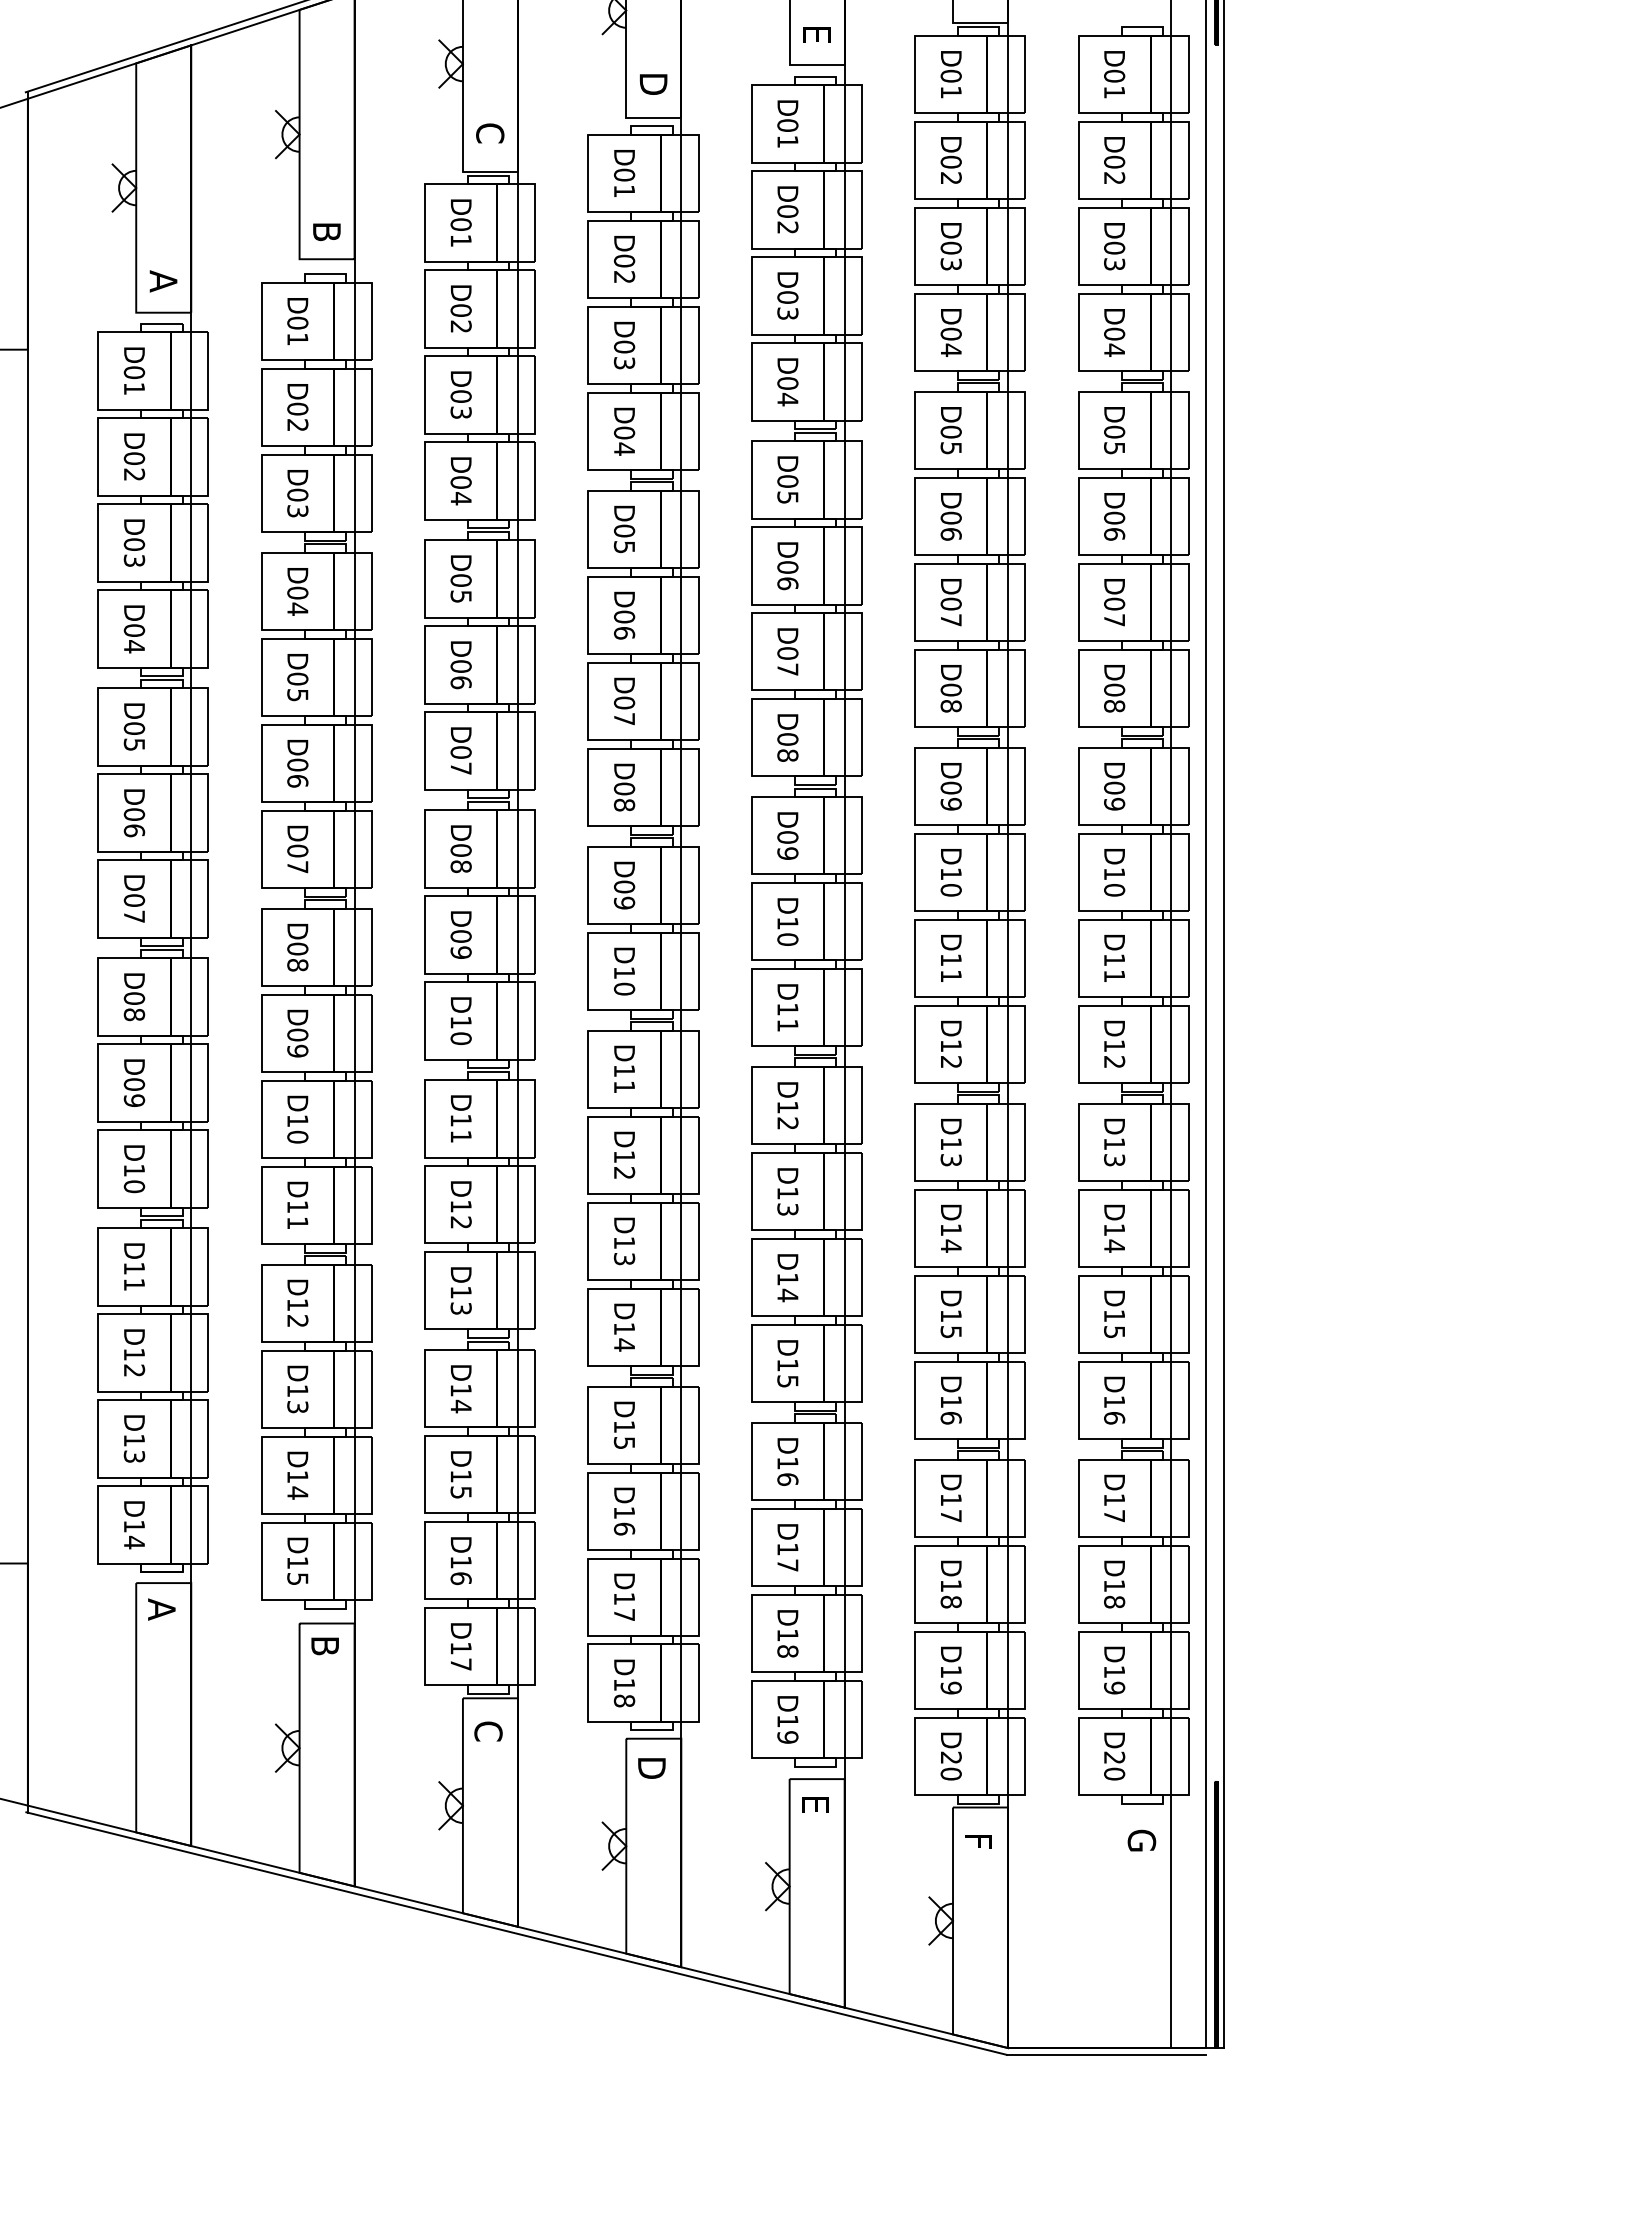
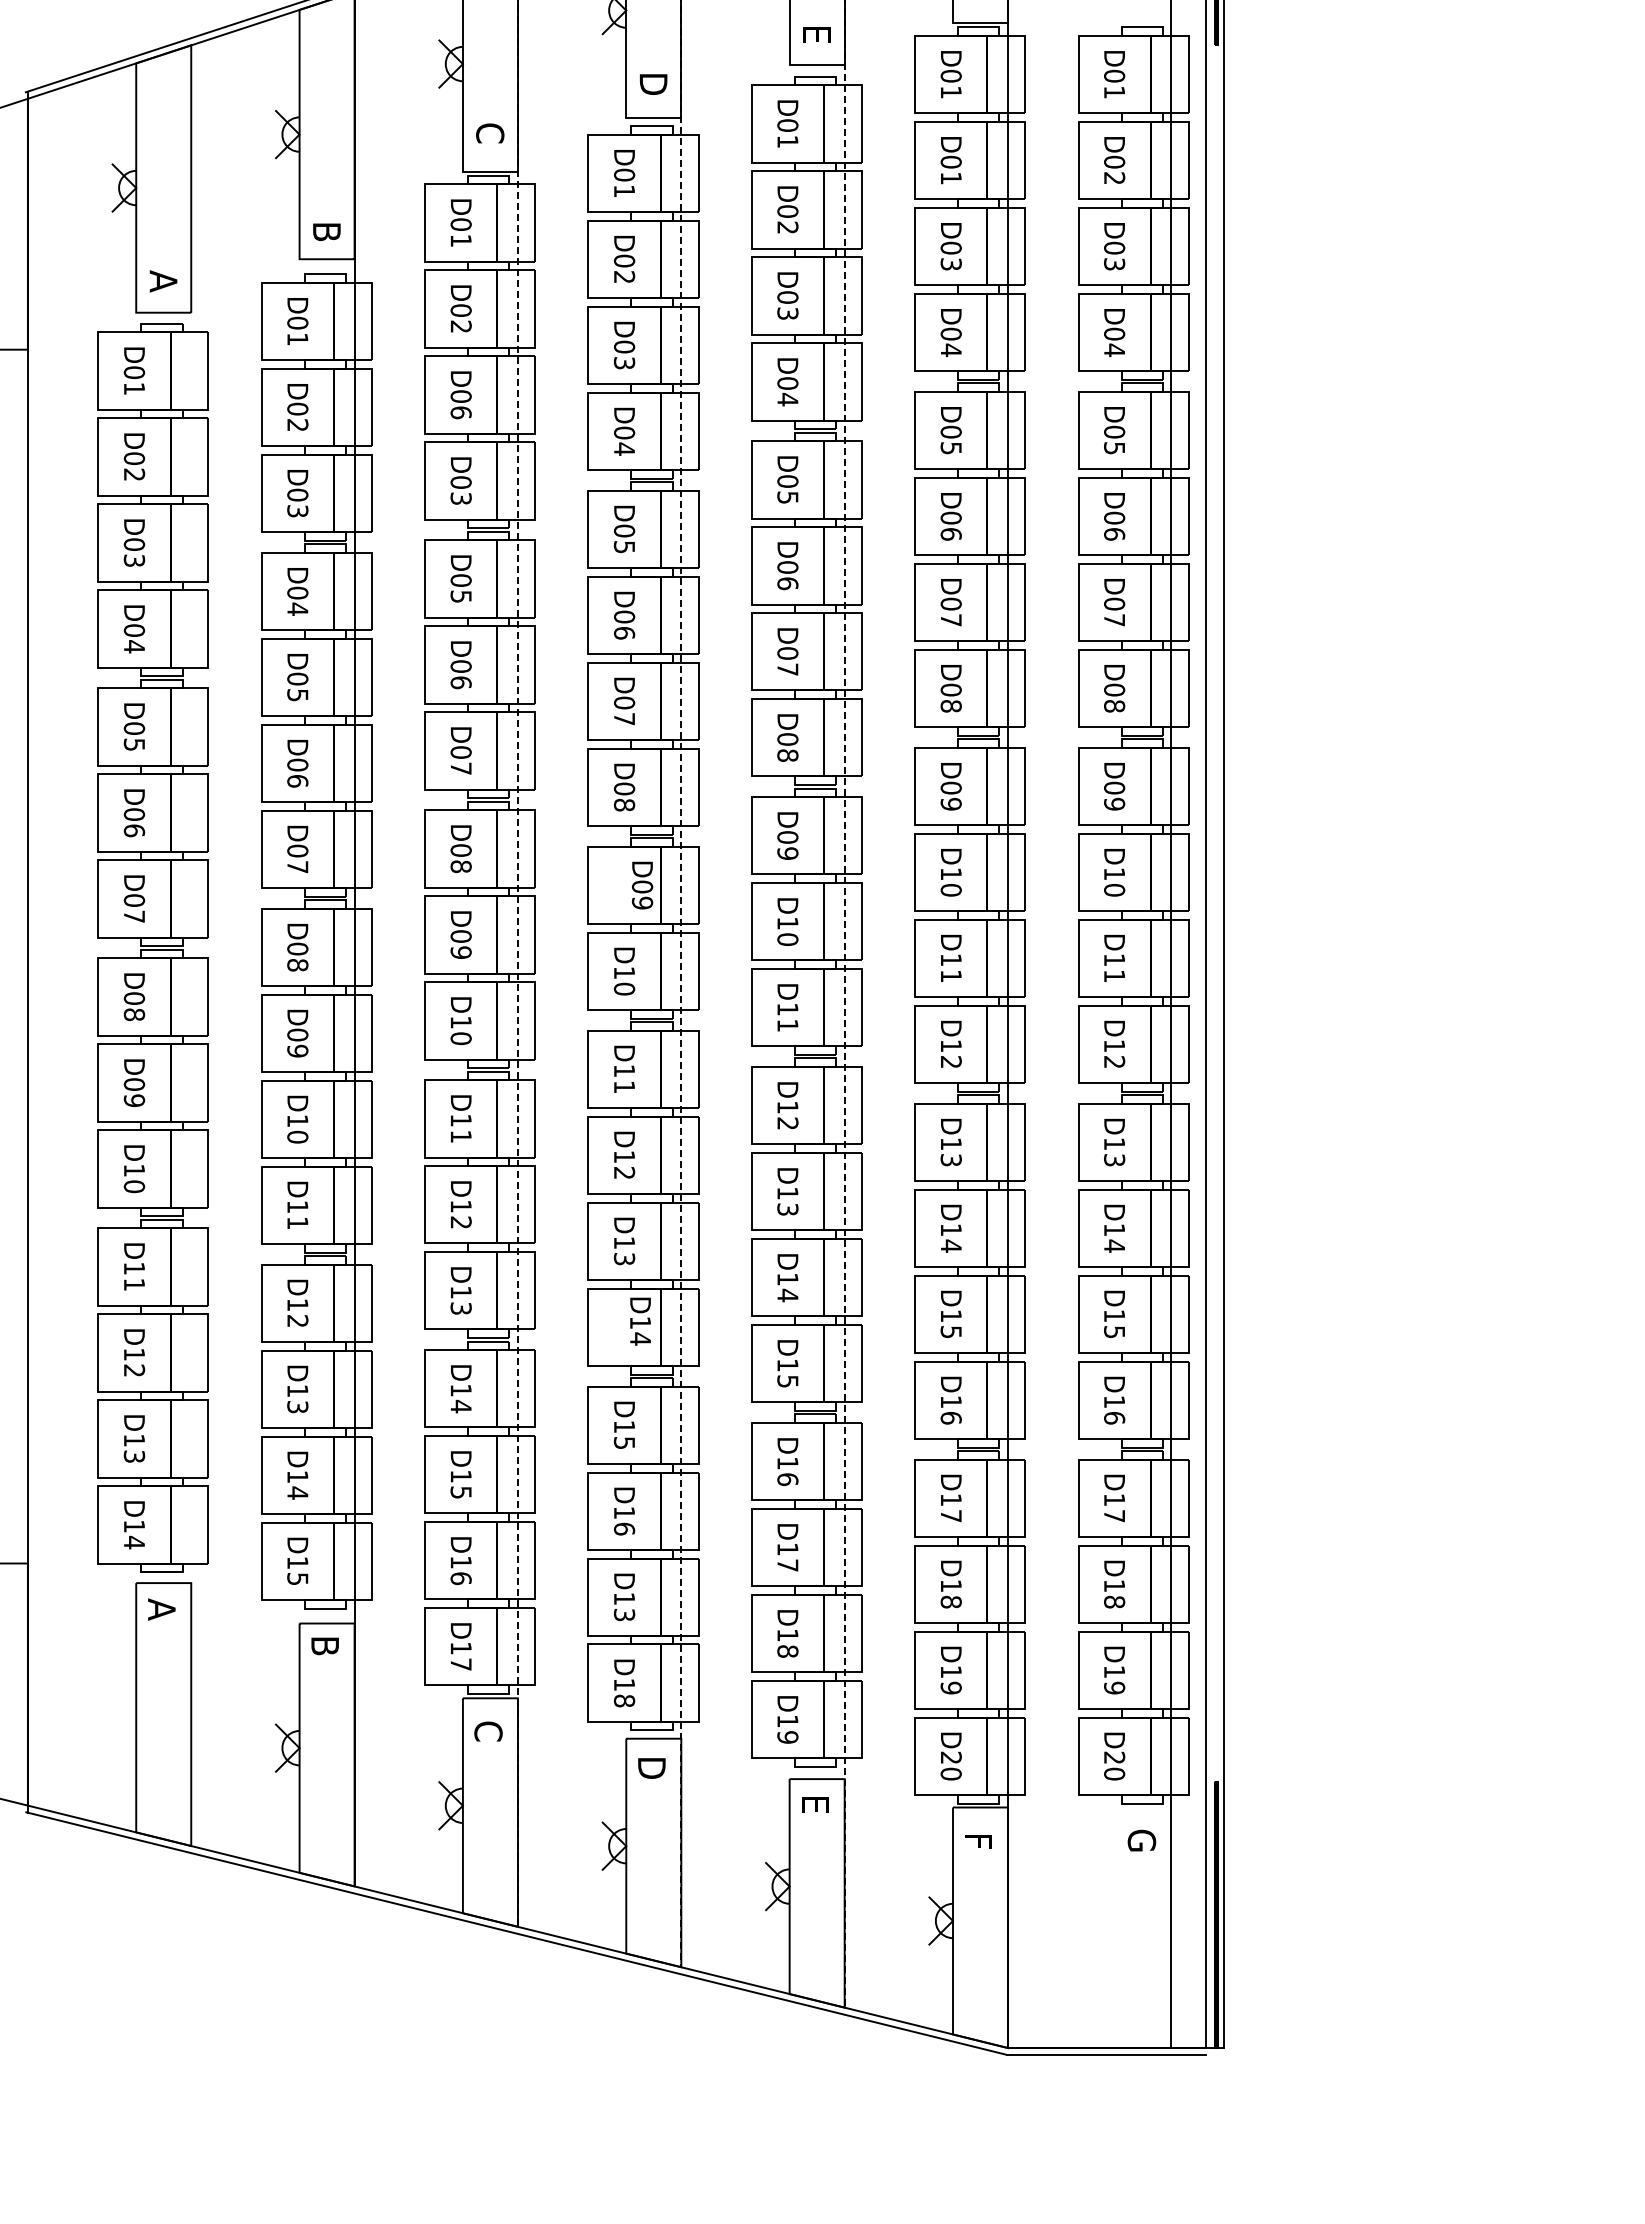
text at (951, 178): D02 -> D01
text at (460, 412): D03 -> D06
text at (460, 498): D04 -> D03
text at (624, 885) position: (624, 885) -> (642, 885)
line at (191, 945): present -> none
line at (517, 964): solid -> dashed
line at (681, 983): solid -> dashed
line at (844, 1004): solid -> dashed
text at (624, 1327) position: (624, 1327) -> (640, 1321)
text at (624, 1615): D17 -> D13
